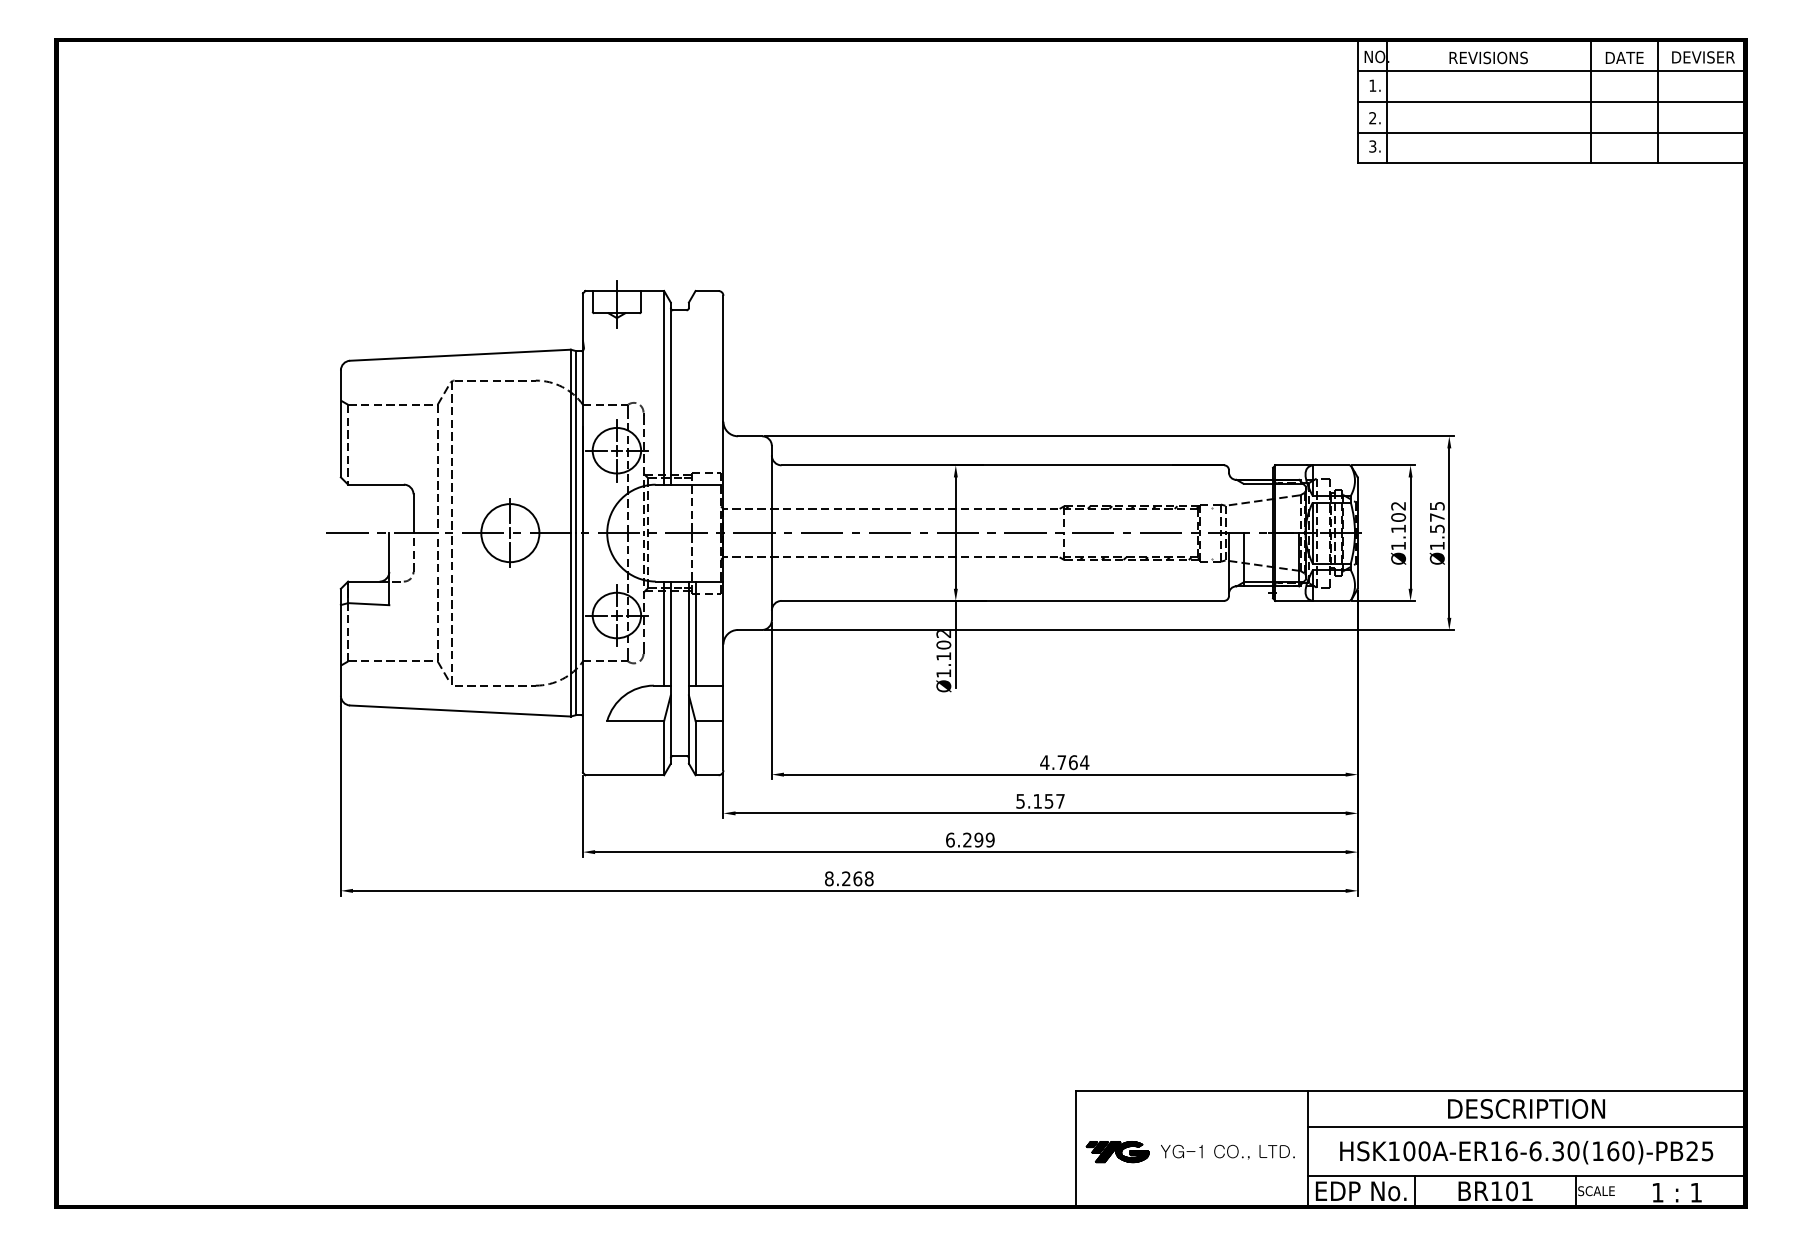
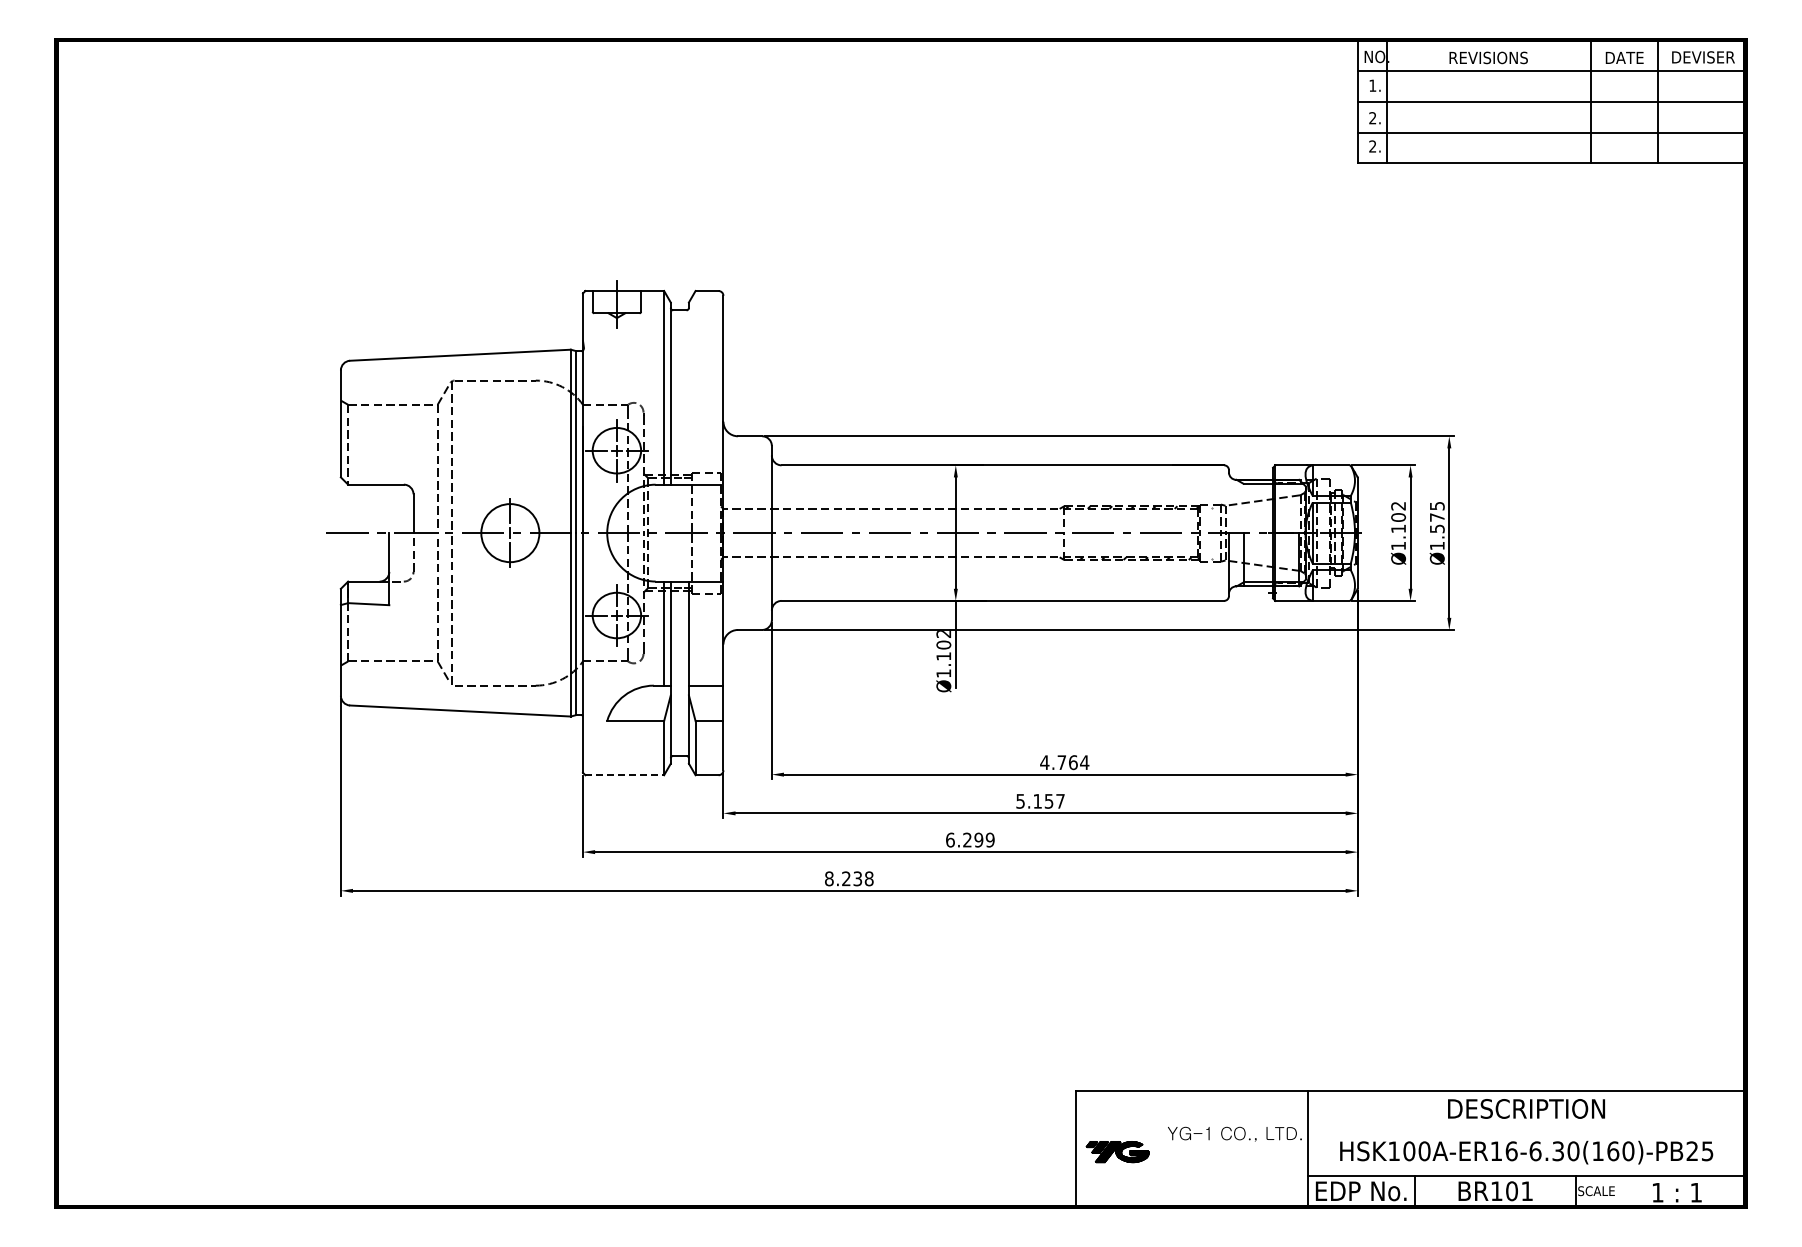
text at (1372, 146): 3. -> 2.
line at (695, 633): present -> none
line at (625, 775): solid -> dashed
text at (857, 878): 8.268 -> 8.238
line at (1526, 1127): present -> none
text at (1227, 1151) position: (1227, 1151) -> (1234, 1133)
